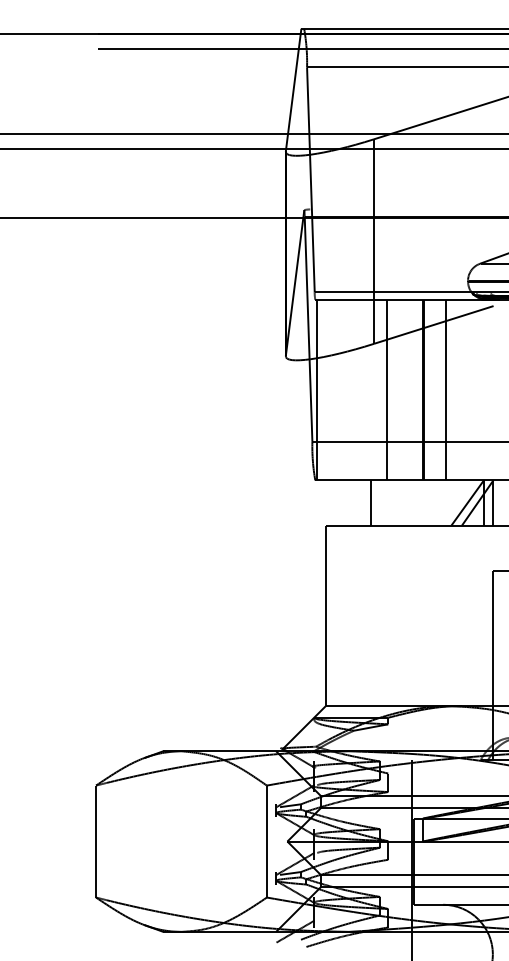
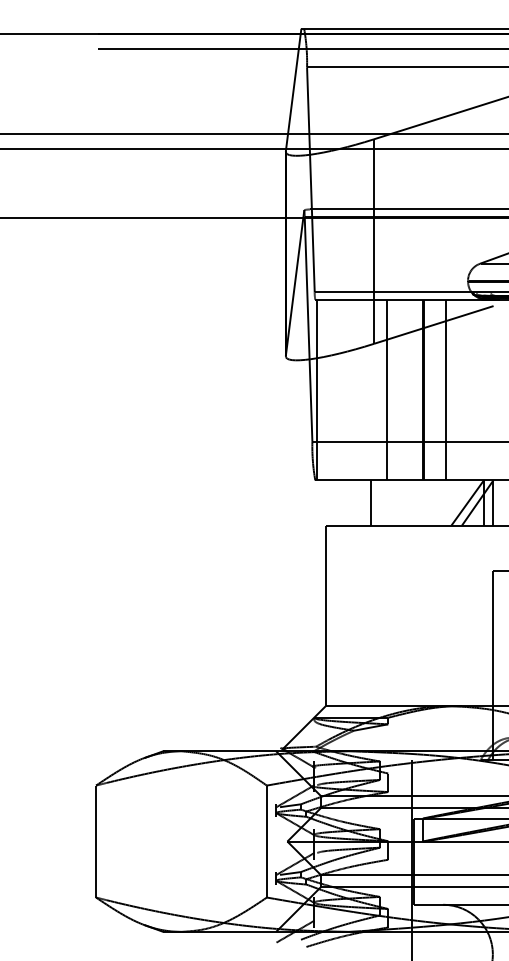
line at (407, 209): none -> present
